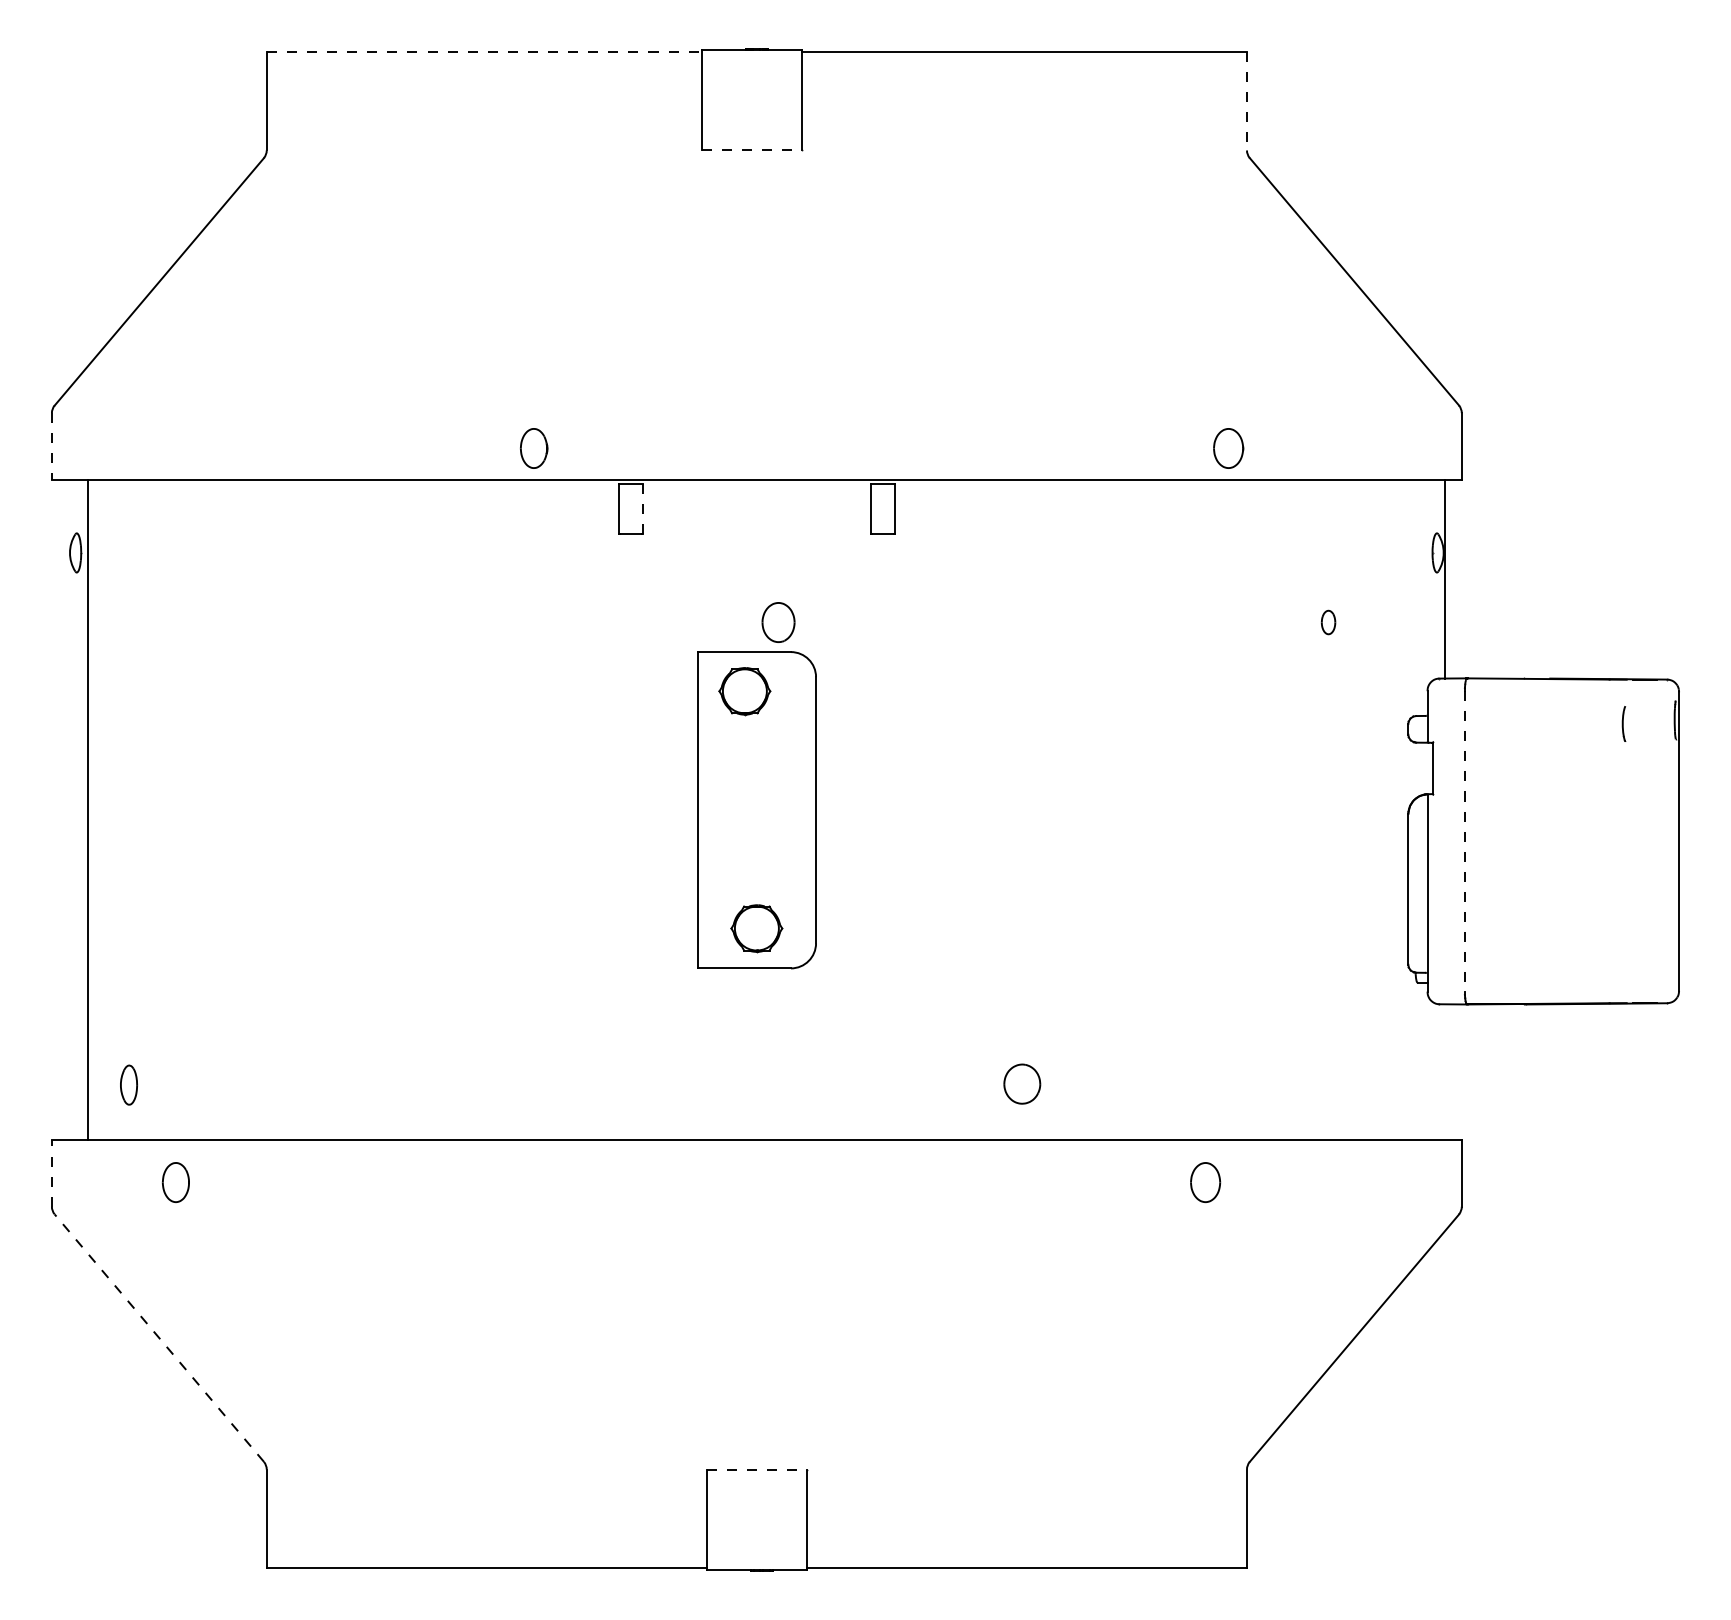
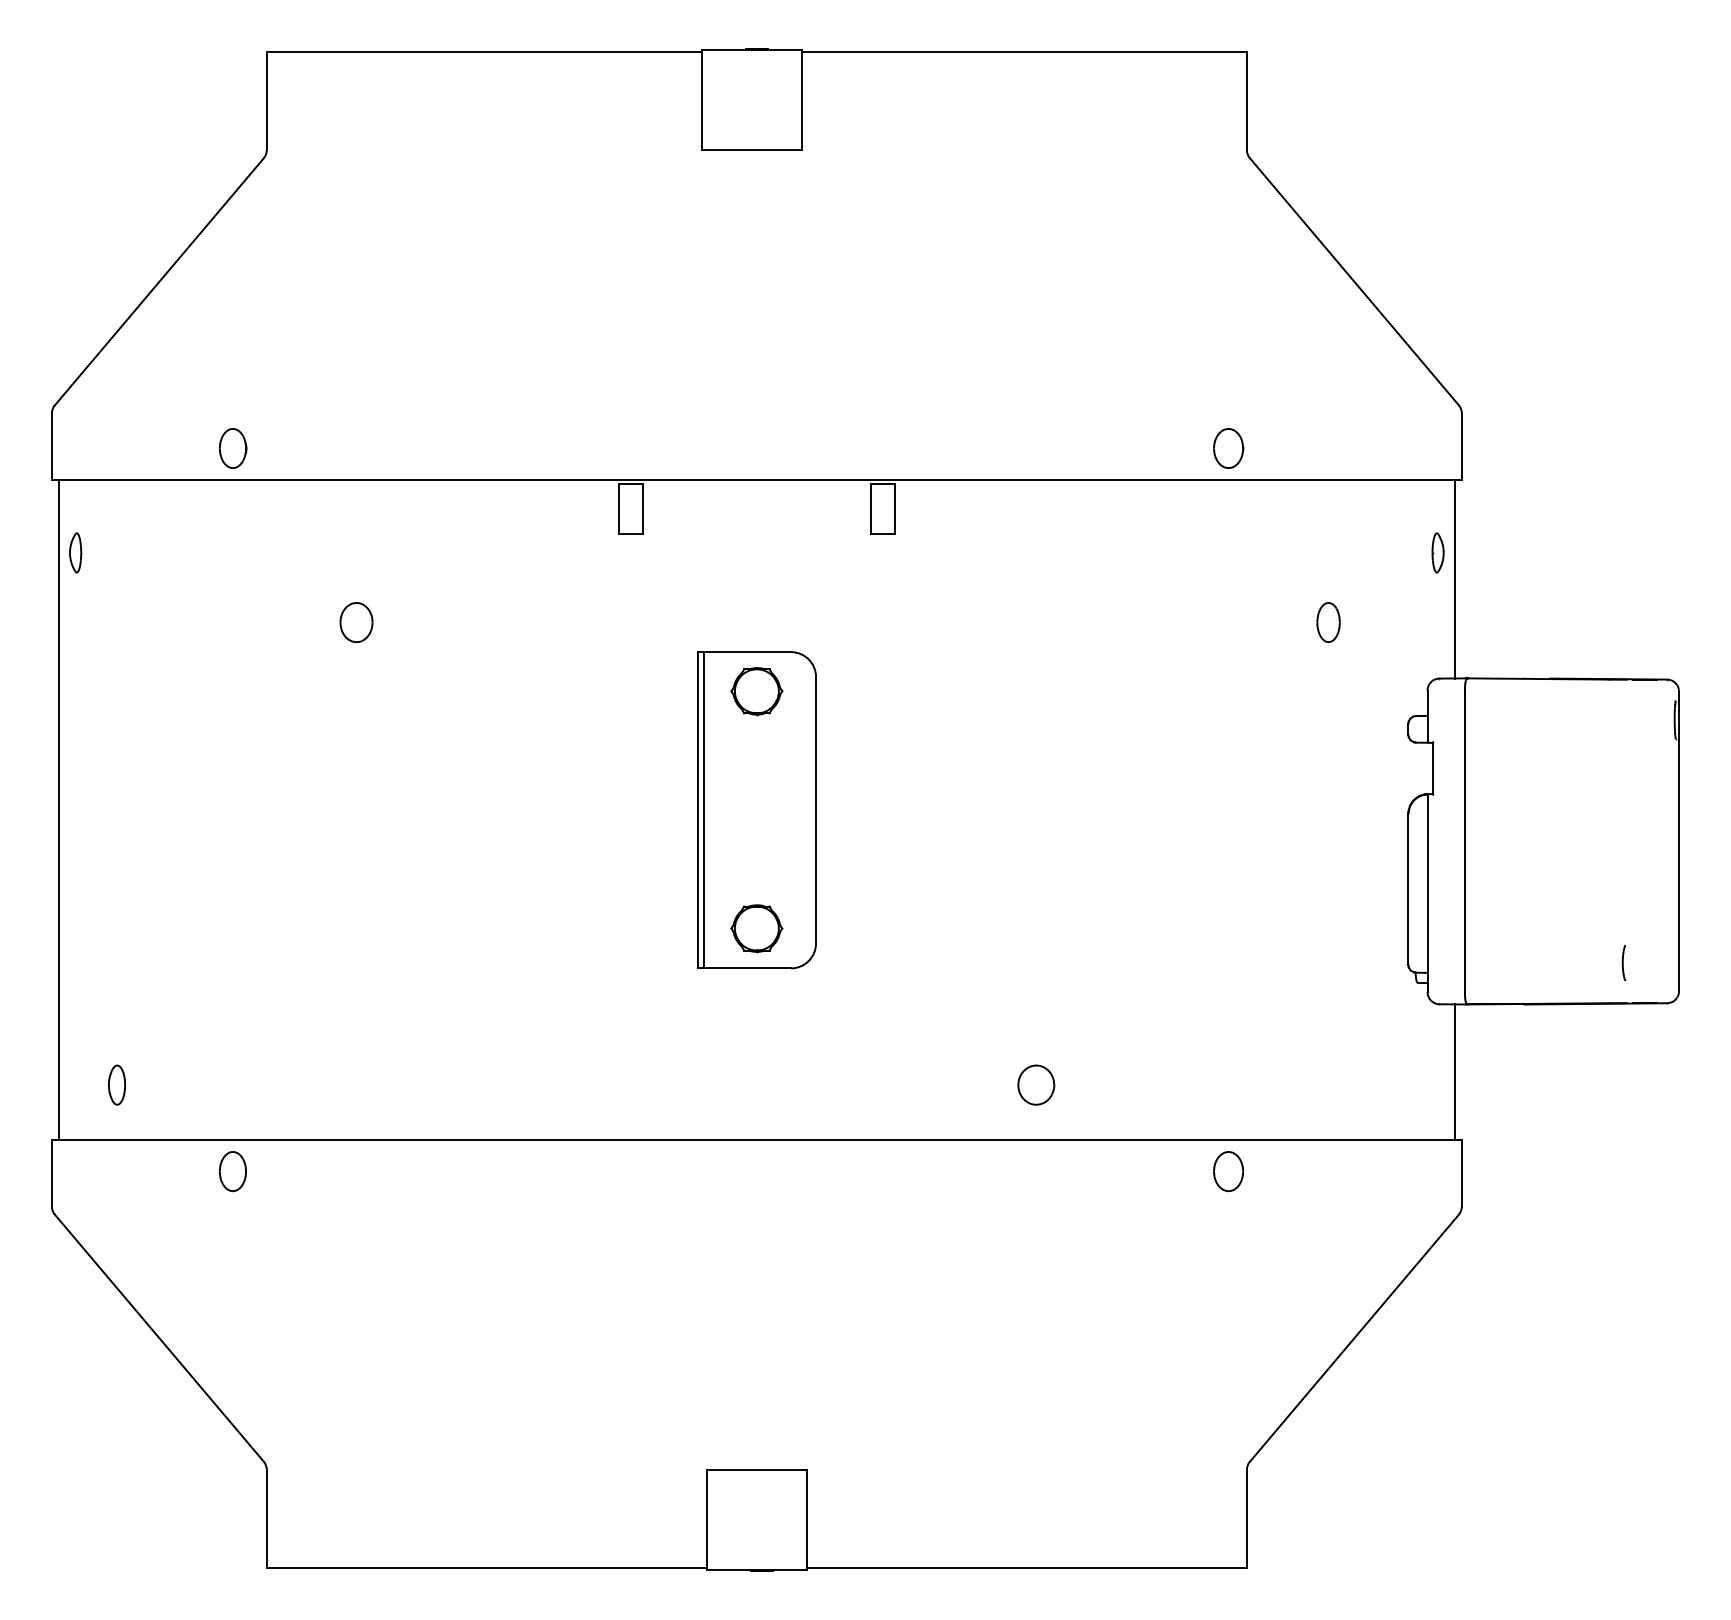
line at (484, 51): dashed -> solid
line at (1246, 101): dashed -> solid
line at (752, 150): dashed -> solid
line at (51, 446): dashed -> solid
part at (534, 448) position: (534, 448) -> (233, 448)
line at (642, 508): dashed -> solid
line at (1444, 579) position: (1444, 579) -> (1454, 579)
part at (778, 622) position: (778, 622) -> (356, 622)
part at (1328, 622) size: 17x27 px -> 25x41 px
part at (744, 691) position: (744, 691) -> (756, 691)
part at (1623, 723) position: (1623, 723) -> (1623, 962)
line at (87, 809) position: (87, 809) -> (58, 809)
line at (703, 810): none -> present
line at (1464, 841): dashed -> solid
line at (1454, 1071): none -> present
part at (1022, 1083) position: (1022, 1083) -> (1036, 1084)
part at (128, 1084) position: (128, 1084) -> (116, 1084)
line at (51, 1173): dashed -> solid
part at (175, 1182) position: (175, 1182) -> (232, 1171)
part at (1205, 1182) position: (1205, 1182) -> (1228, 1171)
line at (159, 1337): dashed -> solid
line at (757, 1469): dashed -> solid
